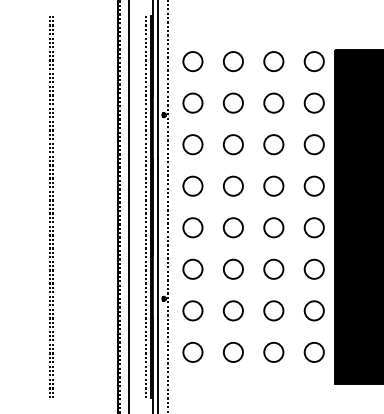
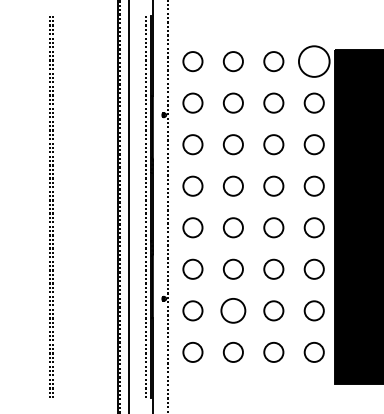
circle at (313, 61) diameter: 19 px -> 31 px
line at (157, 206): present -> none
circle at (233, 310) size: 21x22 px -> 27x26 px
